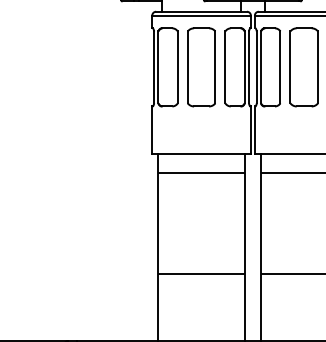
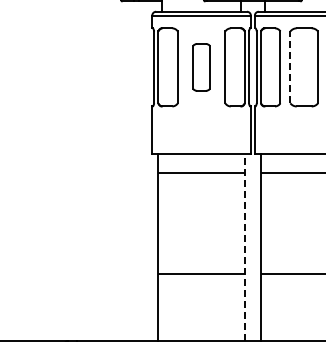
part at (201, 67) size: 29x81 px -> 19x49 px
line at (290, 67): solid -> dashed
line at (245, 247): solid -> dashed
